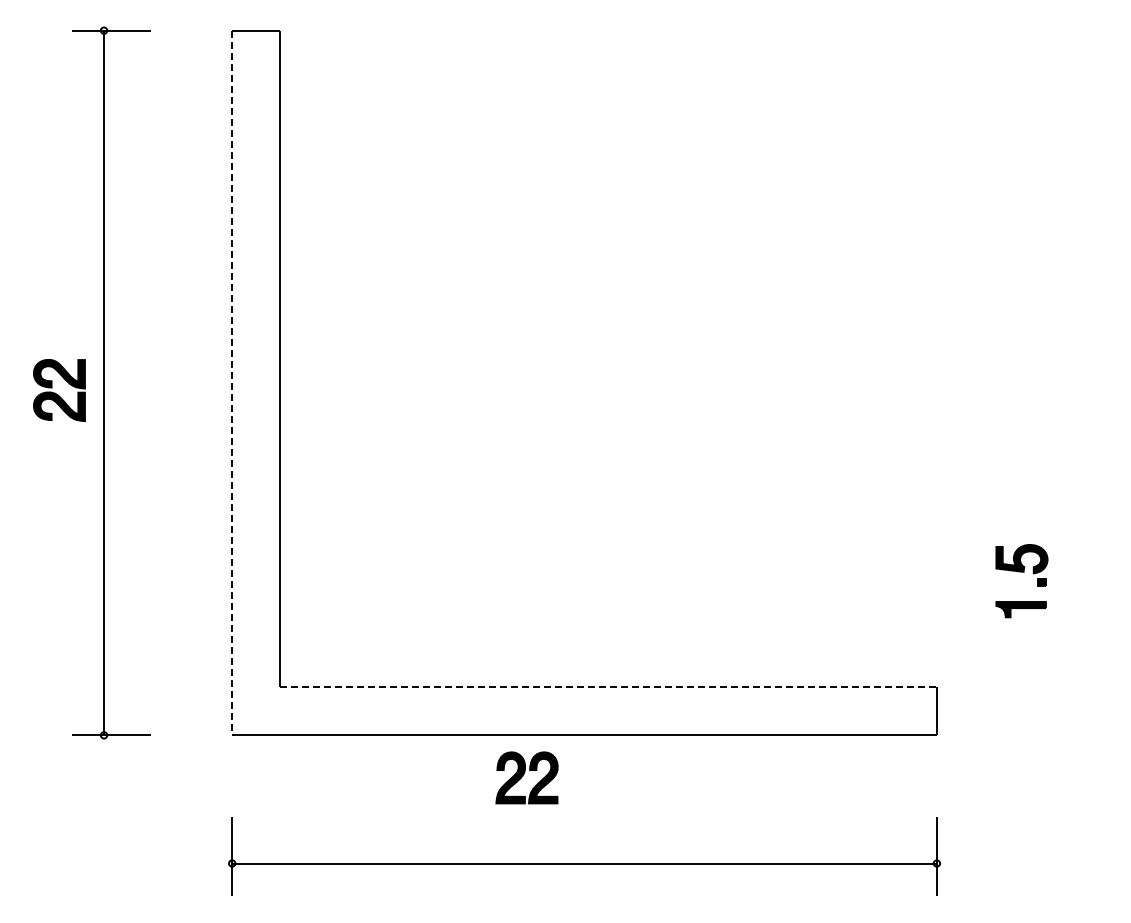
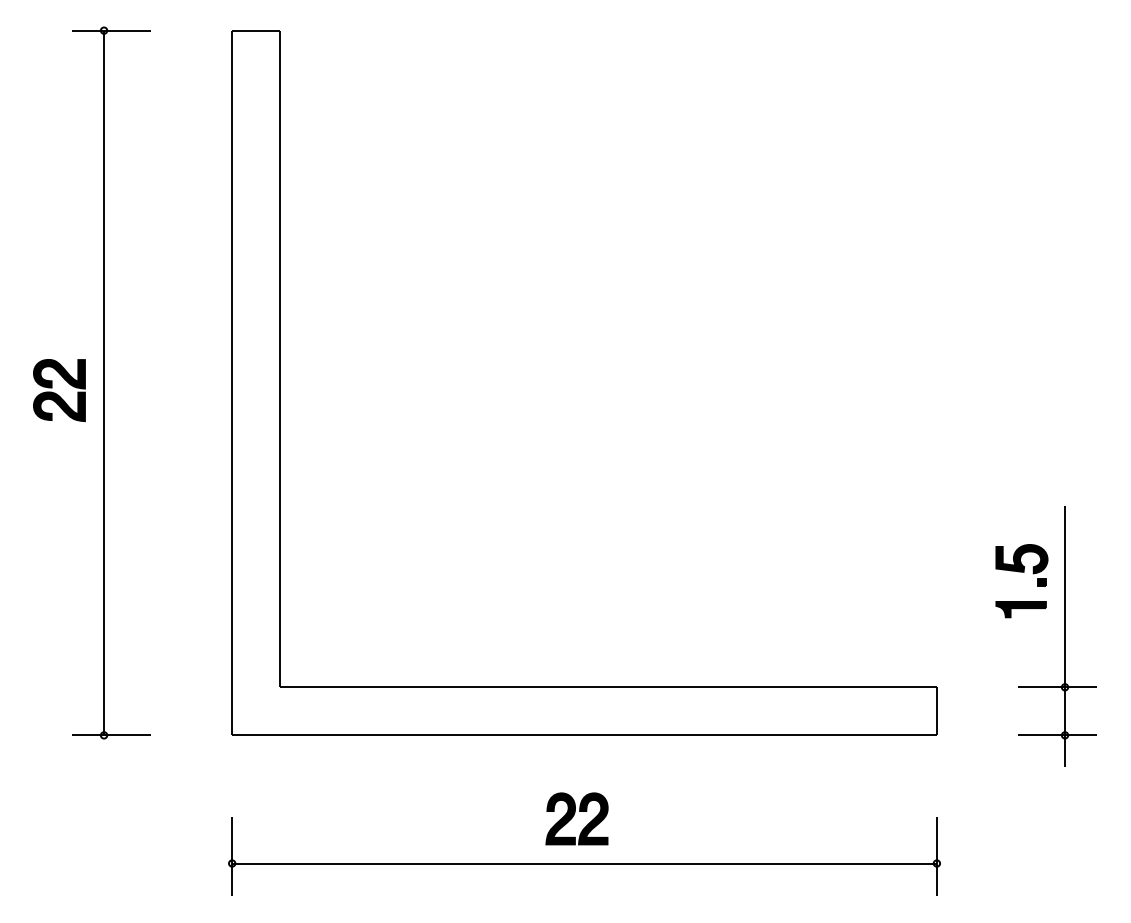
line at (232, 383): dashed -> solid
part at (1064, 636): none -> present
line at (609, 687): dashed -> solid
part at (526, 777) position: (526, 777) -> (576, 818)
